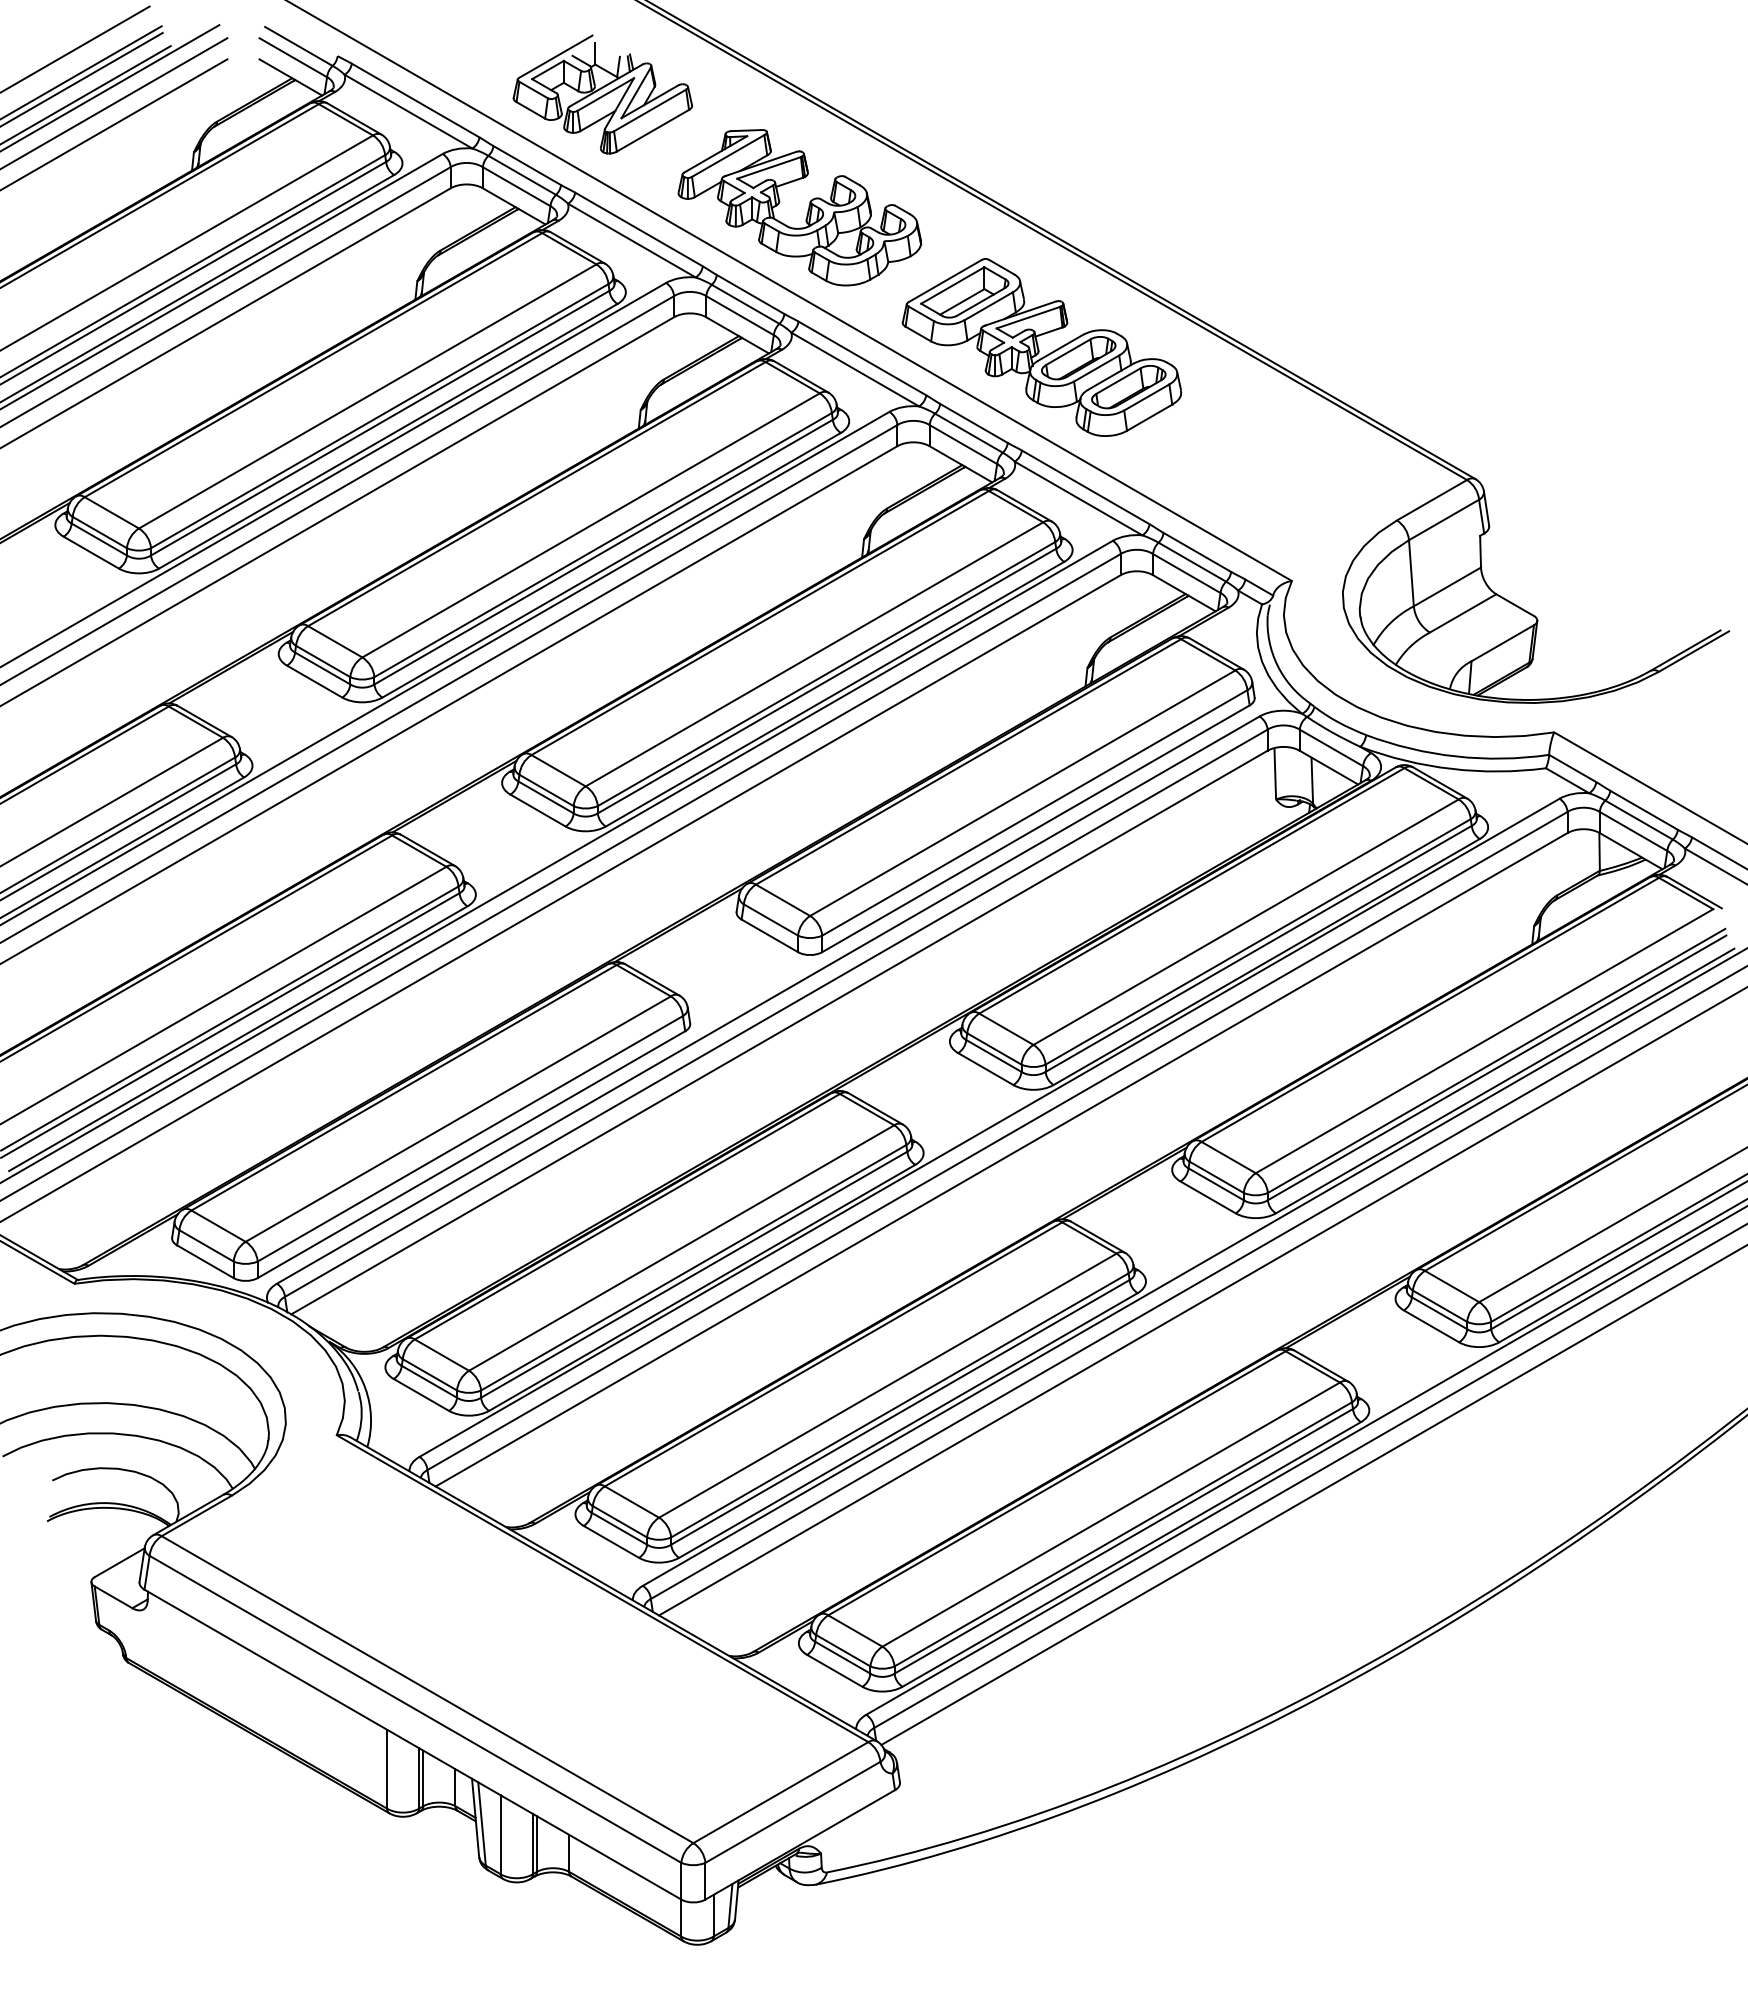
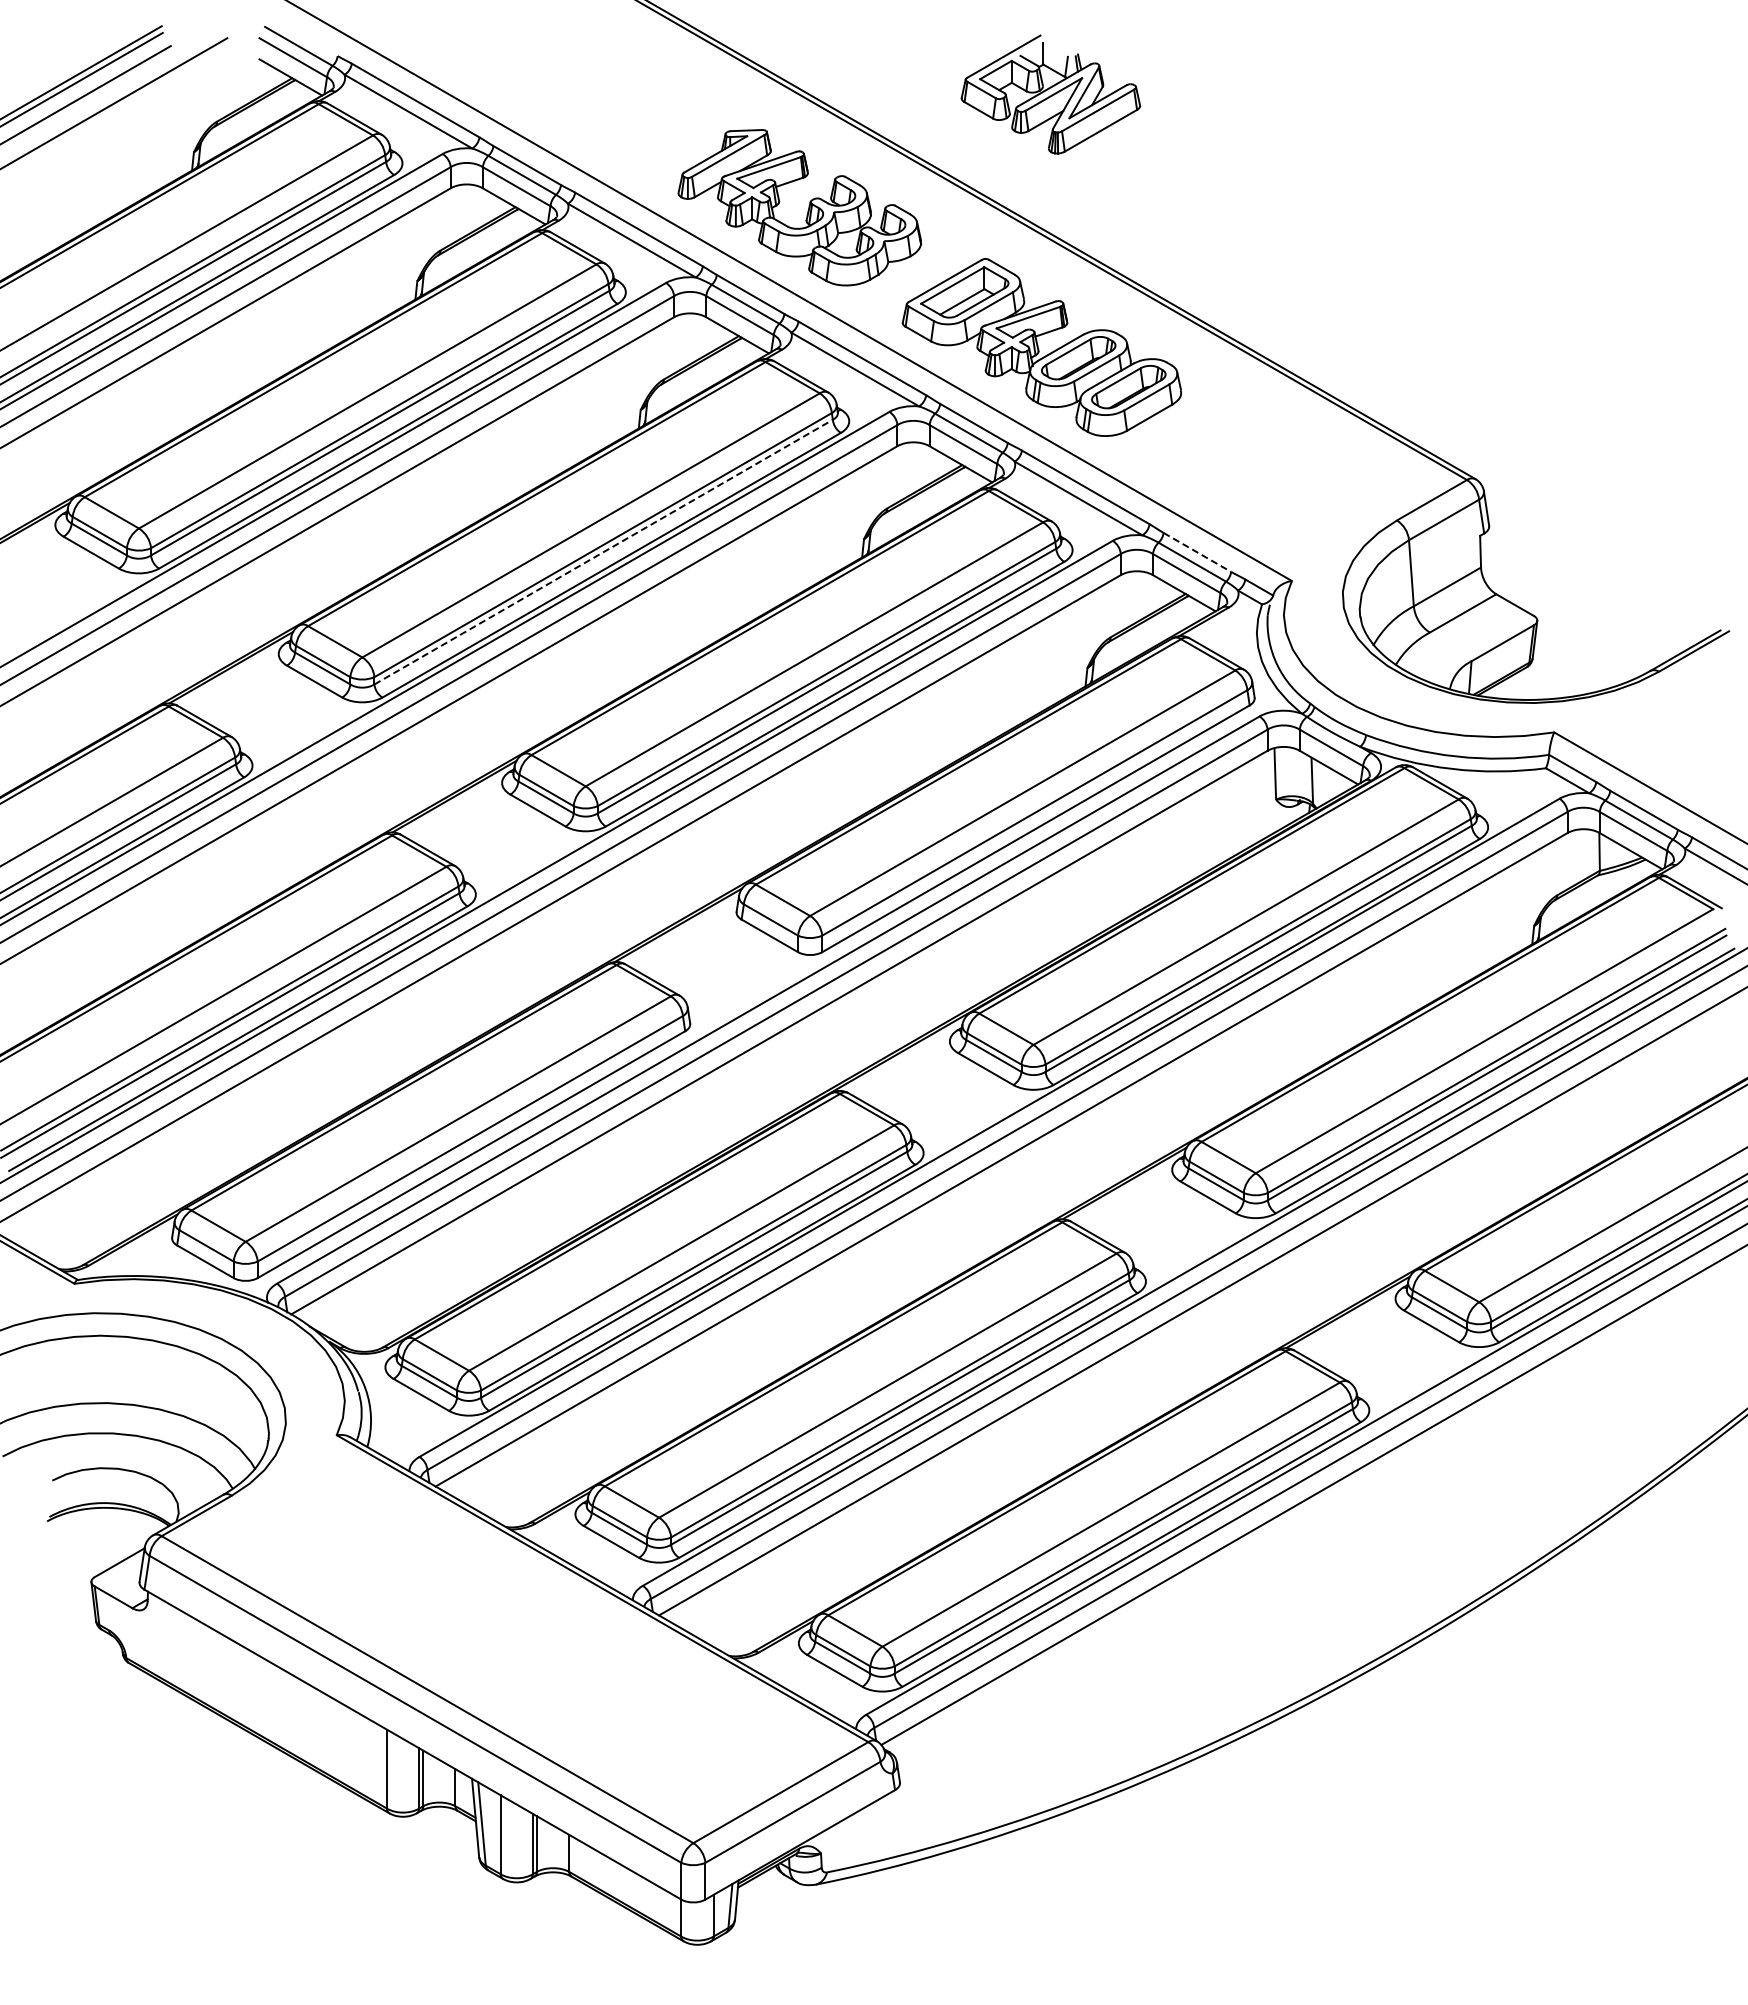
line at (75, 48): present -> none
line at (110, 87): present -> none
part at (602, 94) position: (602, 94) -> (1050, 94)
line at (114, 124): present -> none
line at (603, 552): solid -> dashed
line at (1197, 552): solid -> dashed
